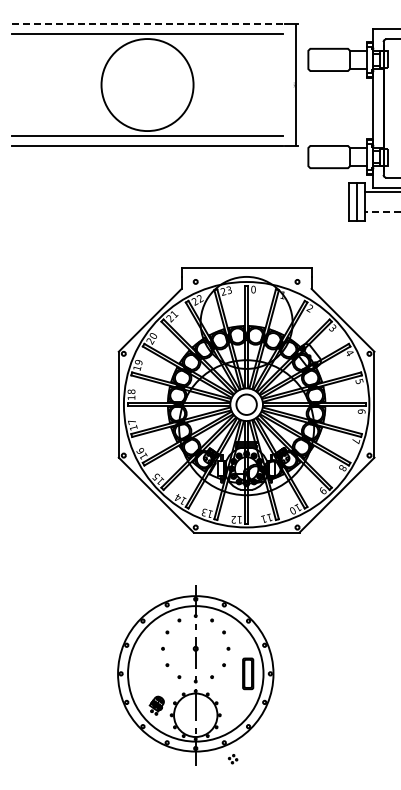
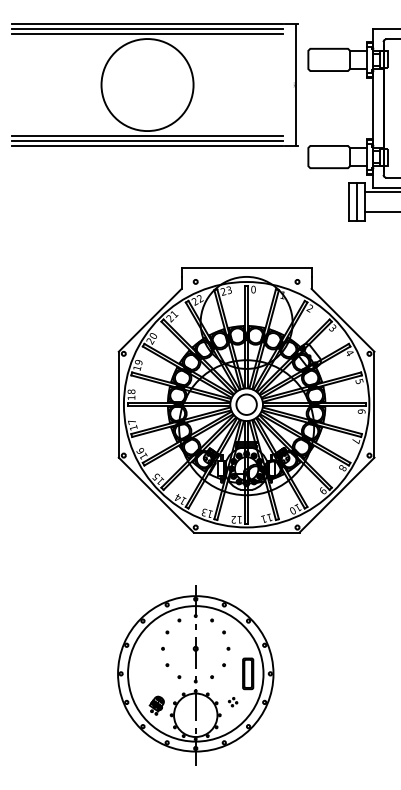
line at (147, 23): dashed -> solid
line at (147, 28): none -> present
line at (147, 141): none -> present
line at (382, 212): dashed -> solid
part at (232, 759) position: (232, 759) -> (232, 702)
